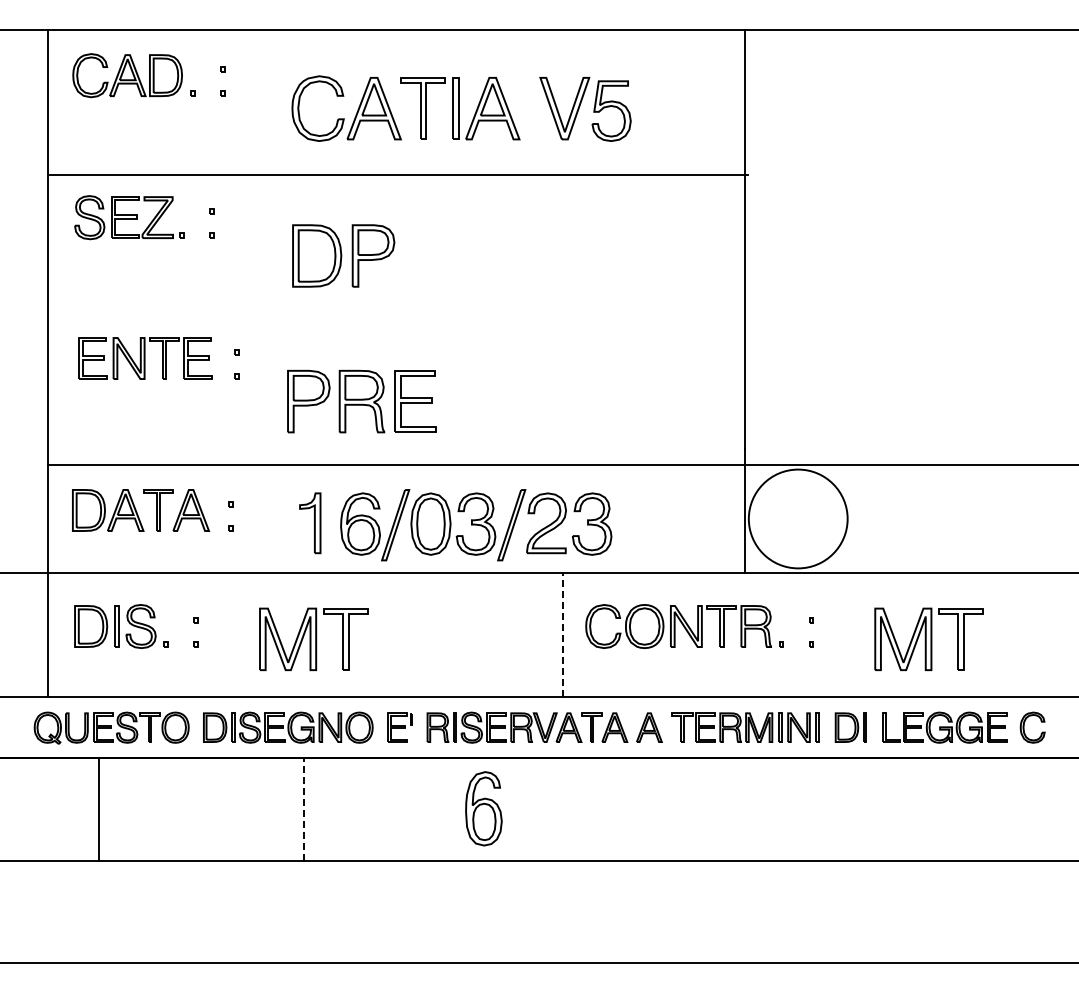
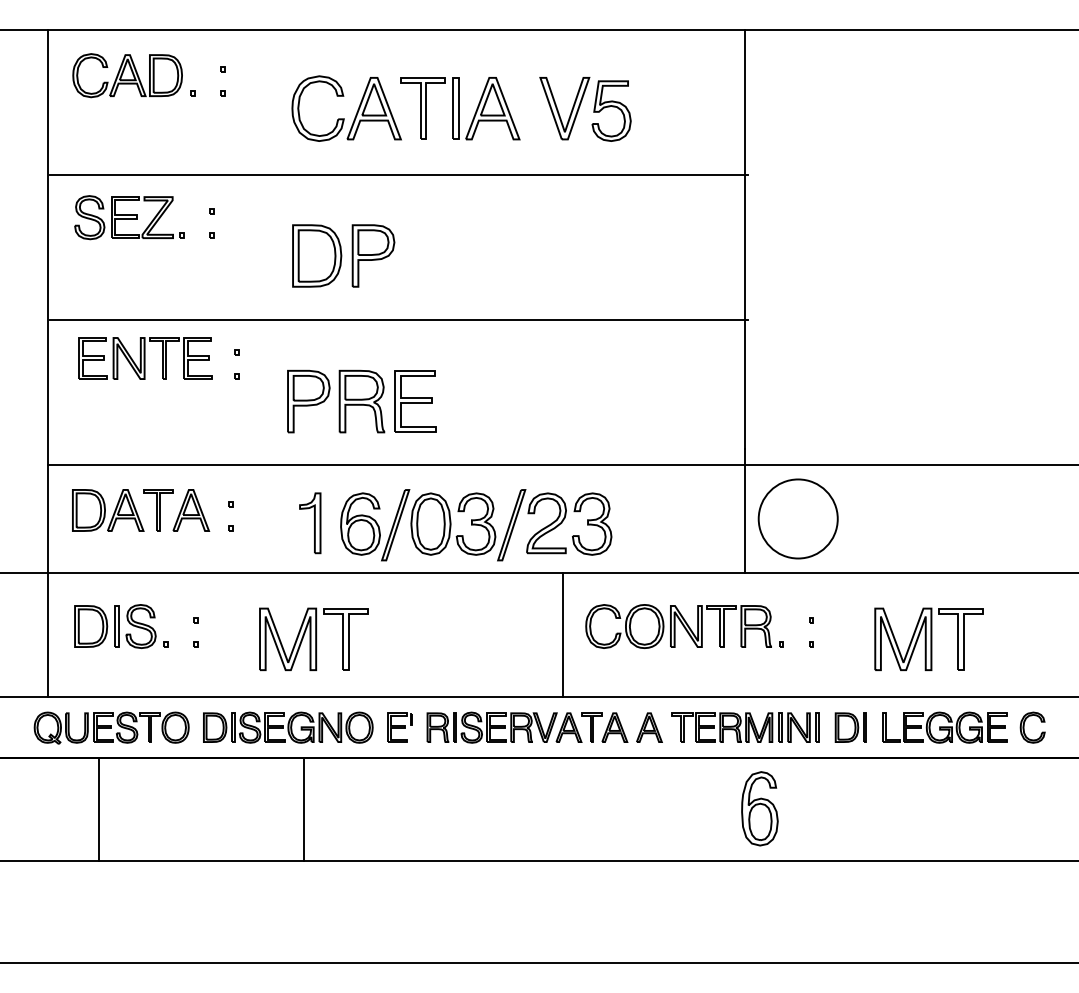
line at (398, 319): none -> present
circle at (797, 518) diameter: 99 px -> 79 px
line at (562, 634): dashed -> solid
line at (304, 808): dashed -> solid
part at (483, 808) position: (483, 808) -> (759, 808)
